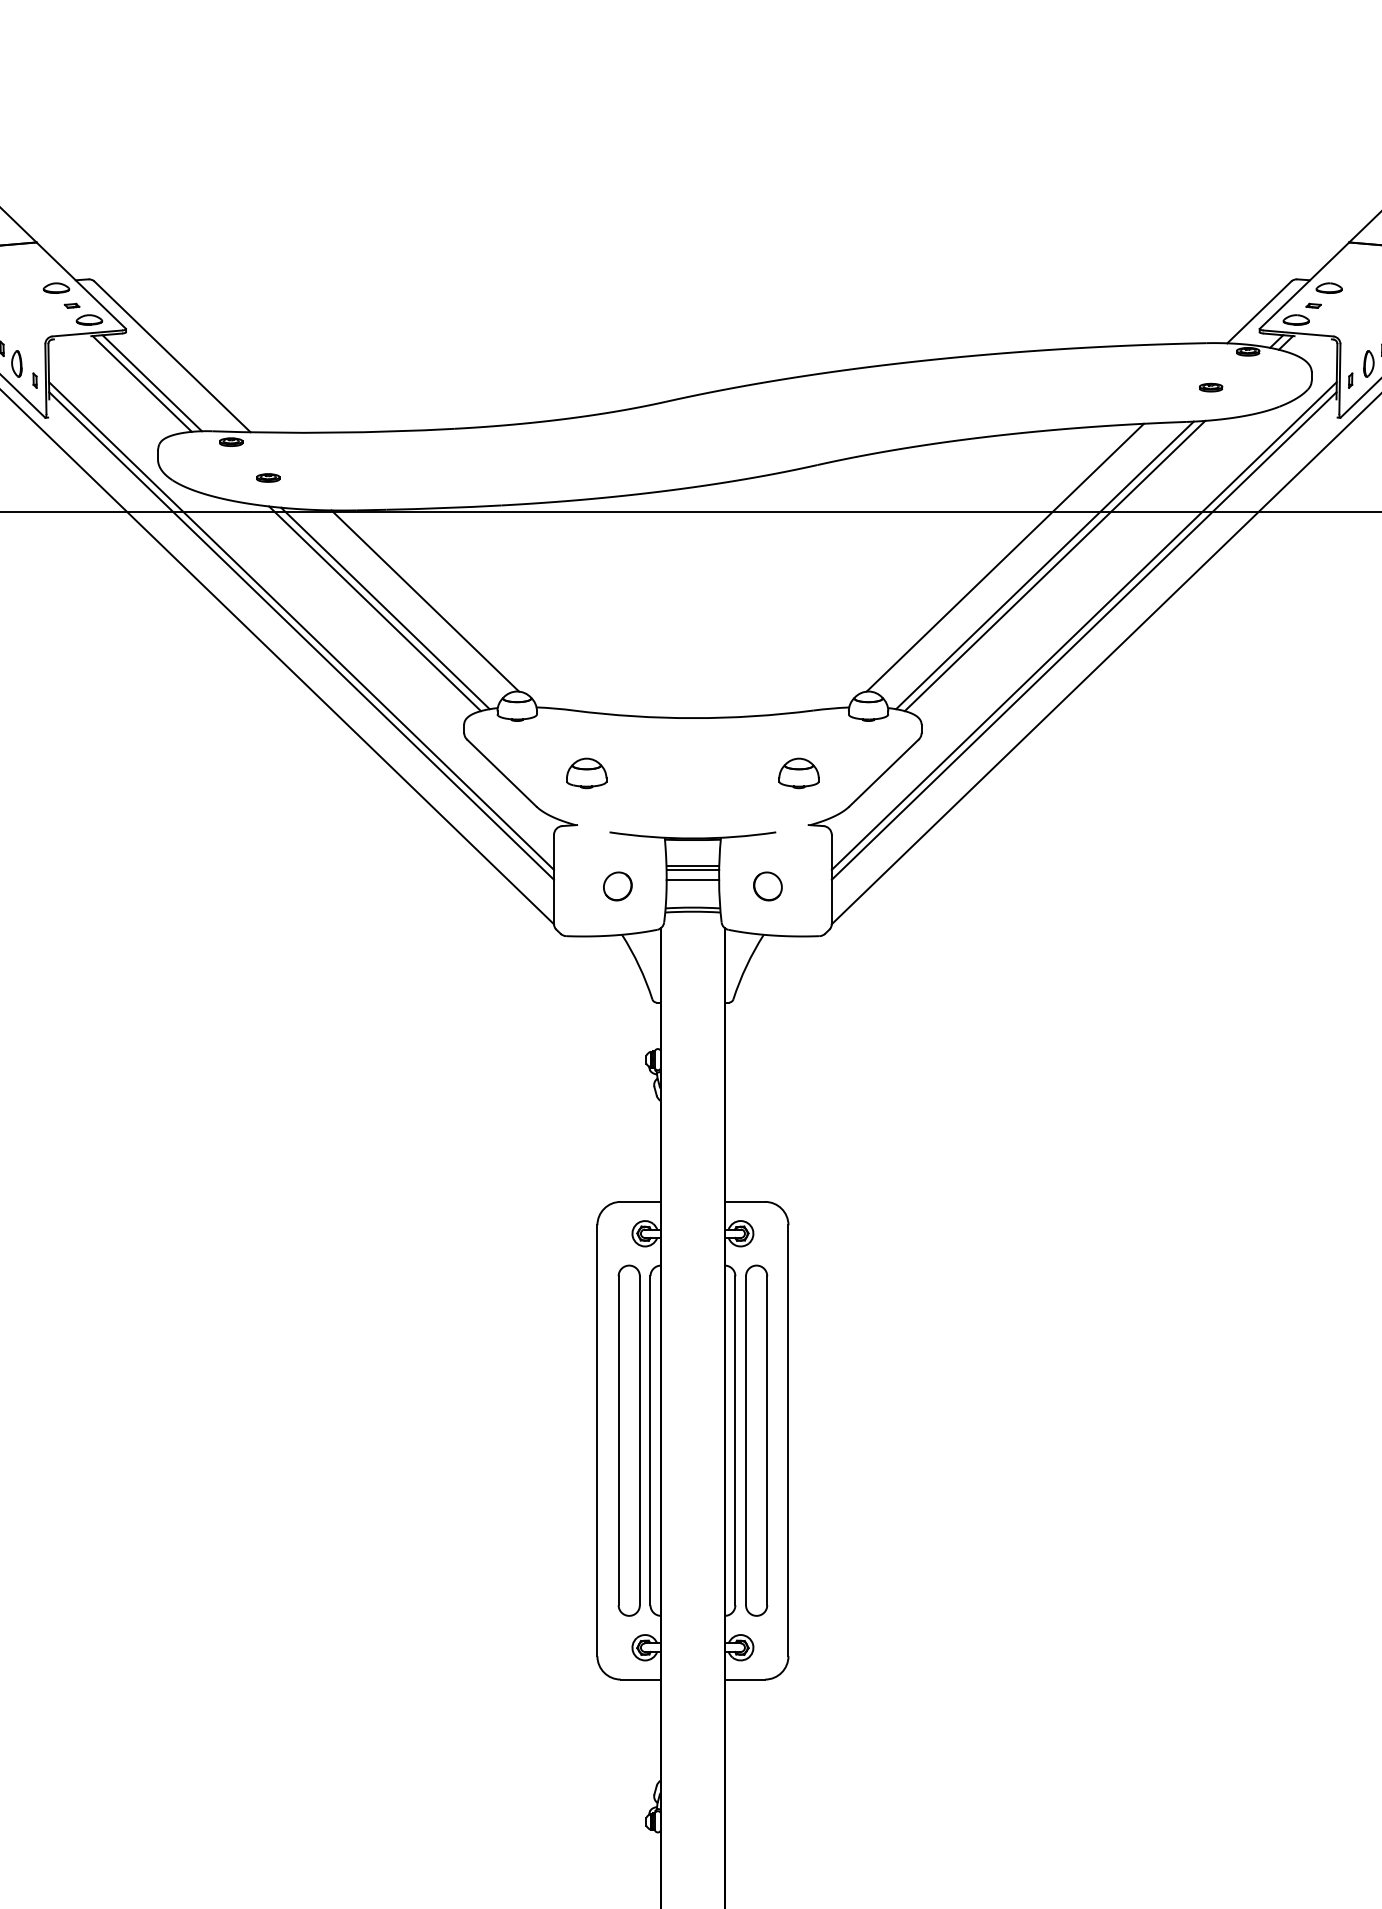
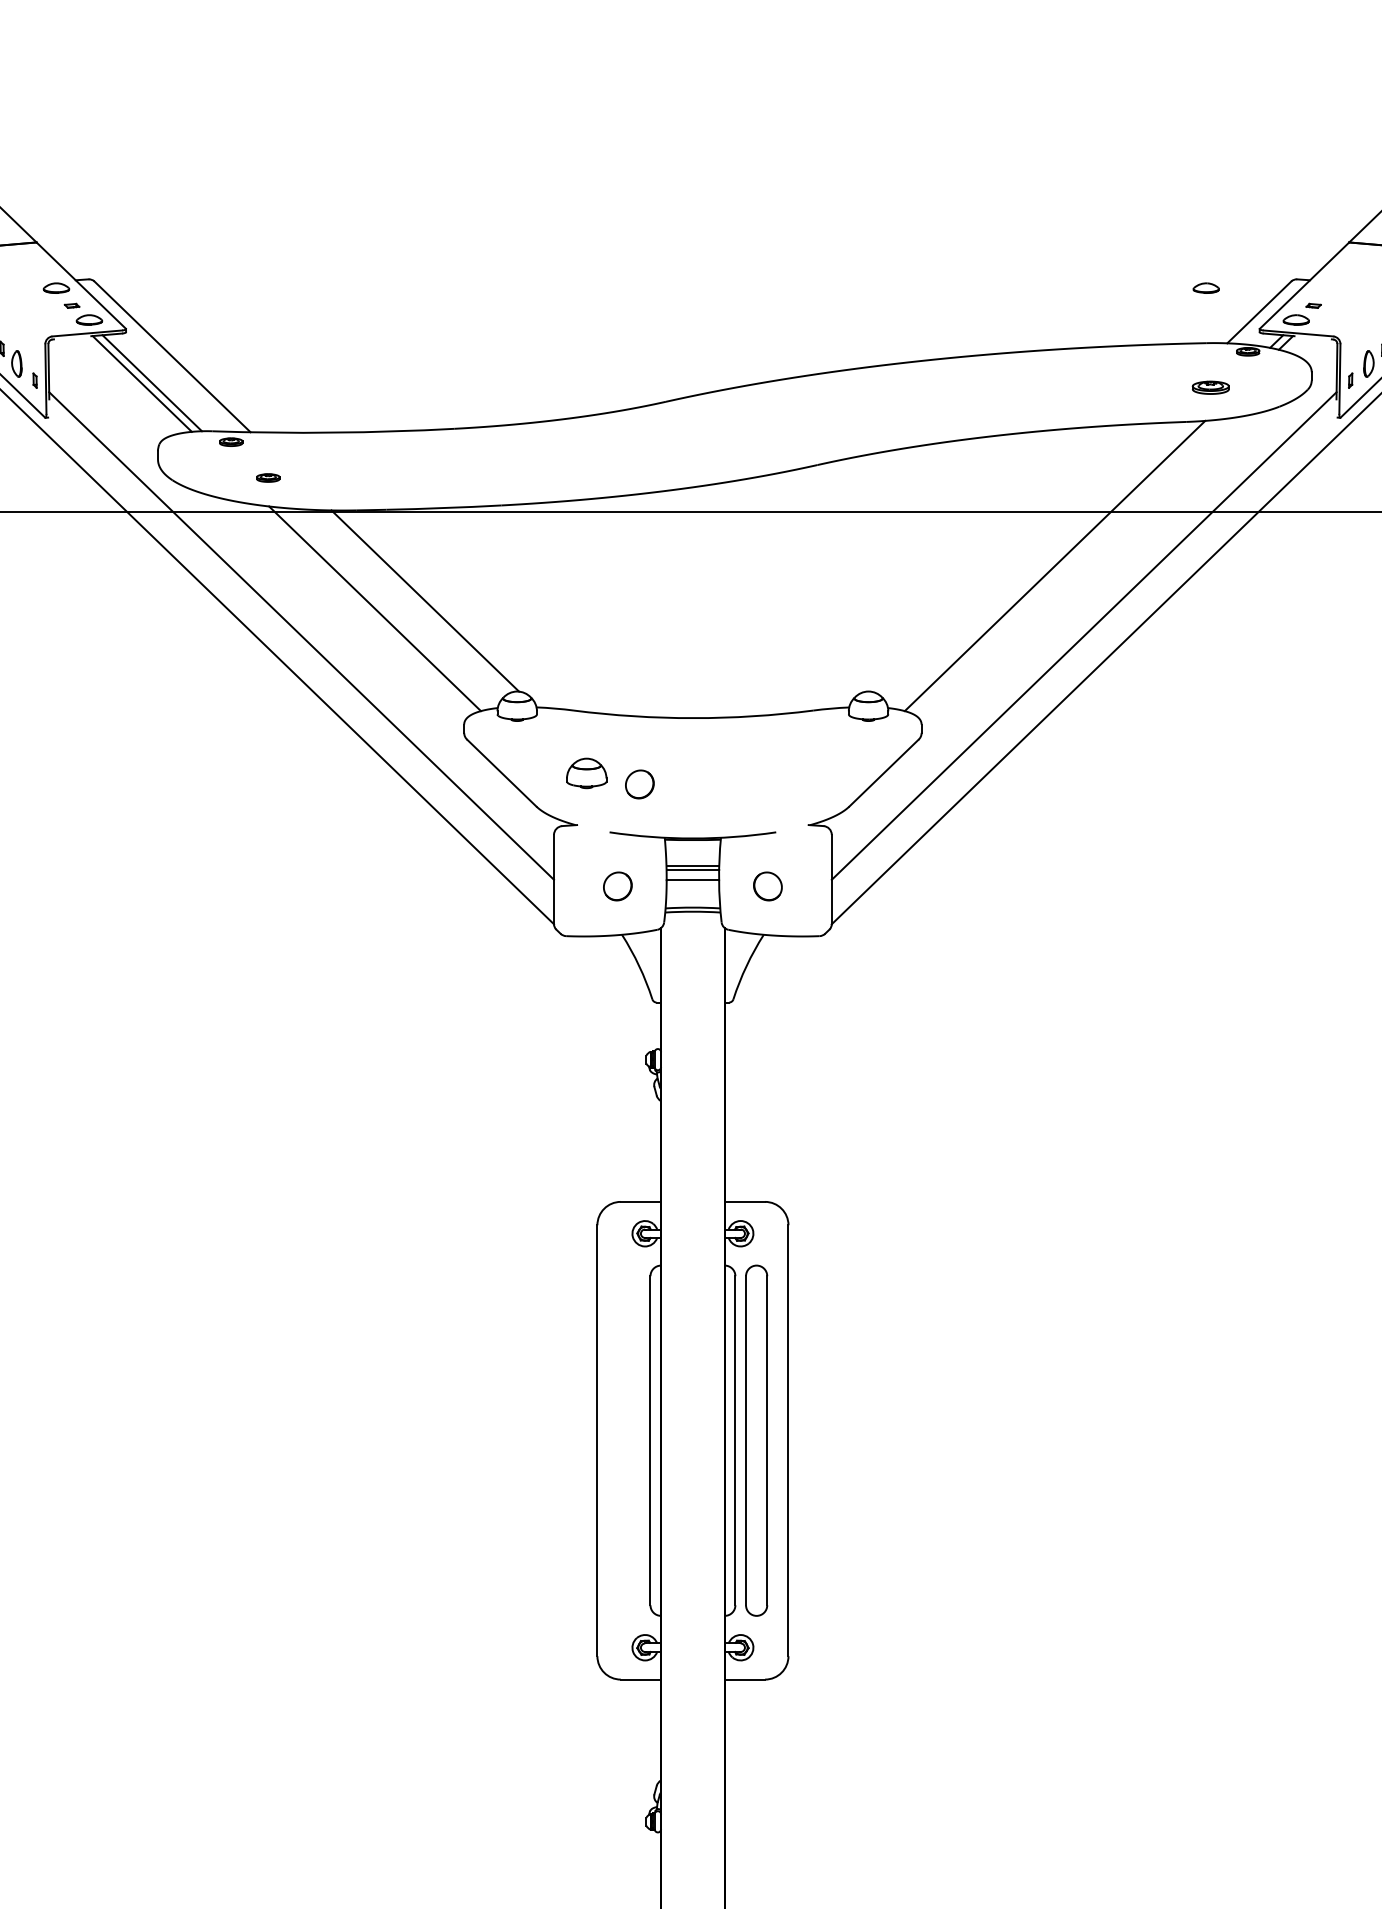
part at (1328, 287) position: (1328, 287) -> (1205, 287)
part at (1211, 387) size: 25x11 px -> 39x15 px
line at (1005, 557): present -> none
line at (1044, 565): present -> none
line at (385, 608): present -> none
line at (301, 625): present -> none
line at (1083, 625): present -> none
part at (798, 773): present -> none
part at (639, 784): none -> present
part at (628, 1440): present -> none
